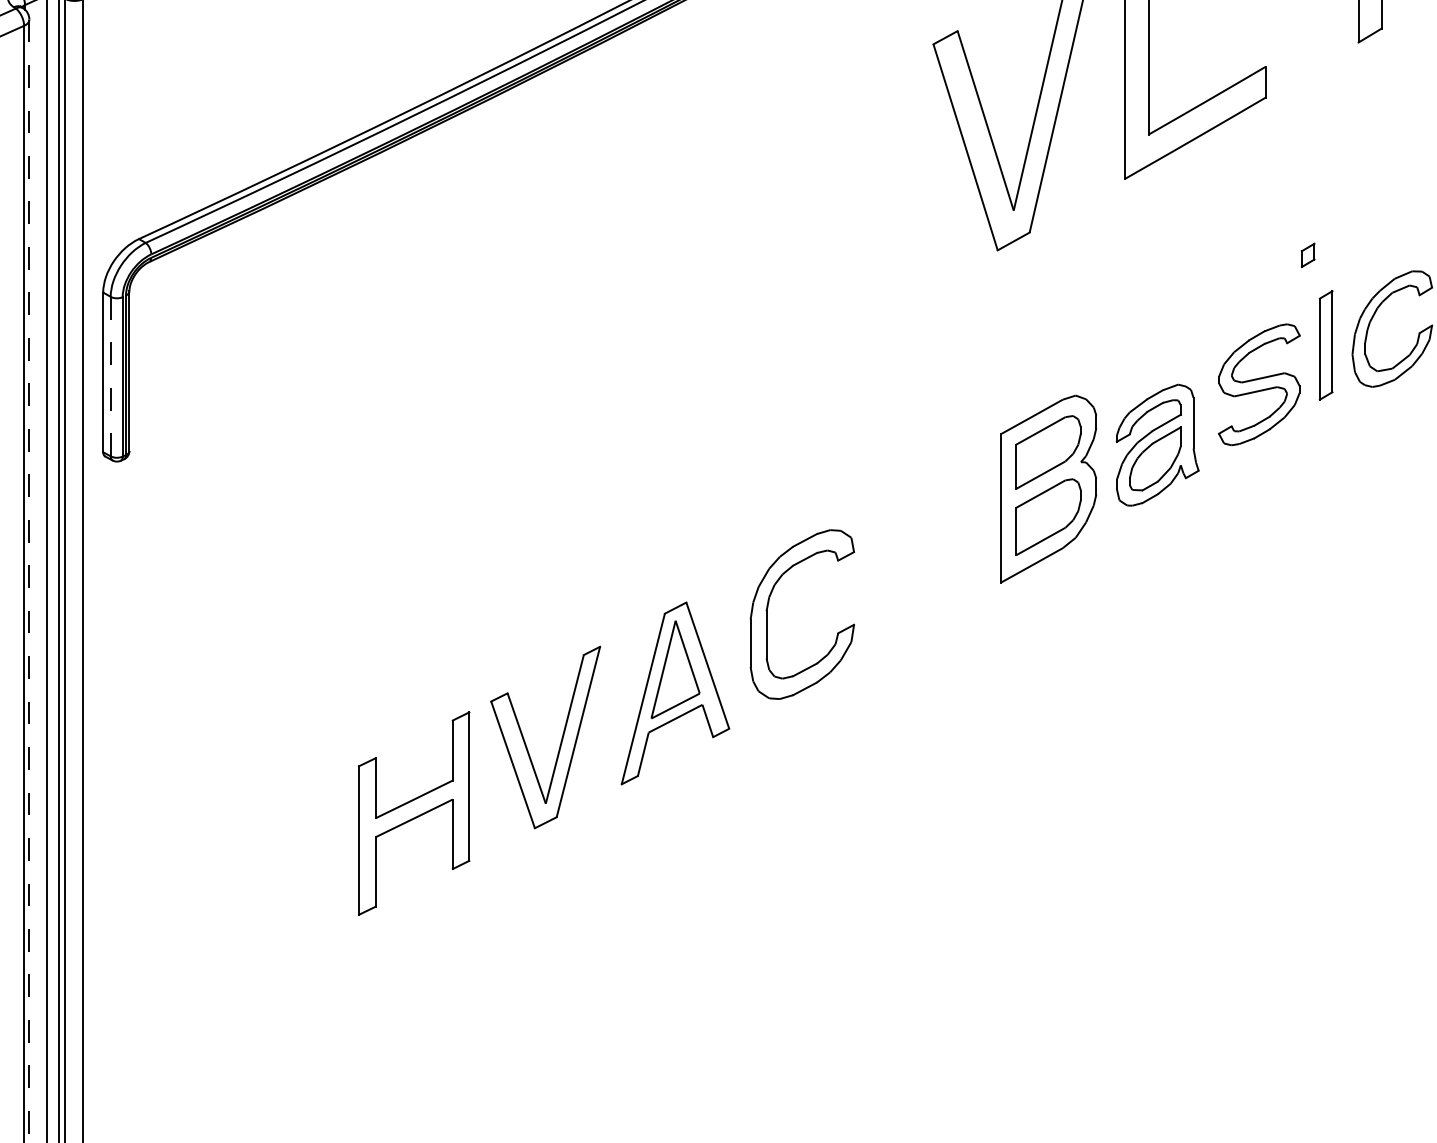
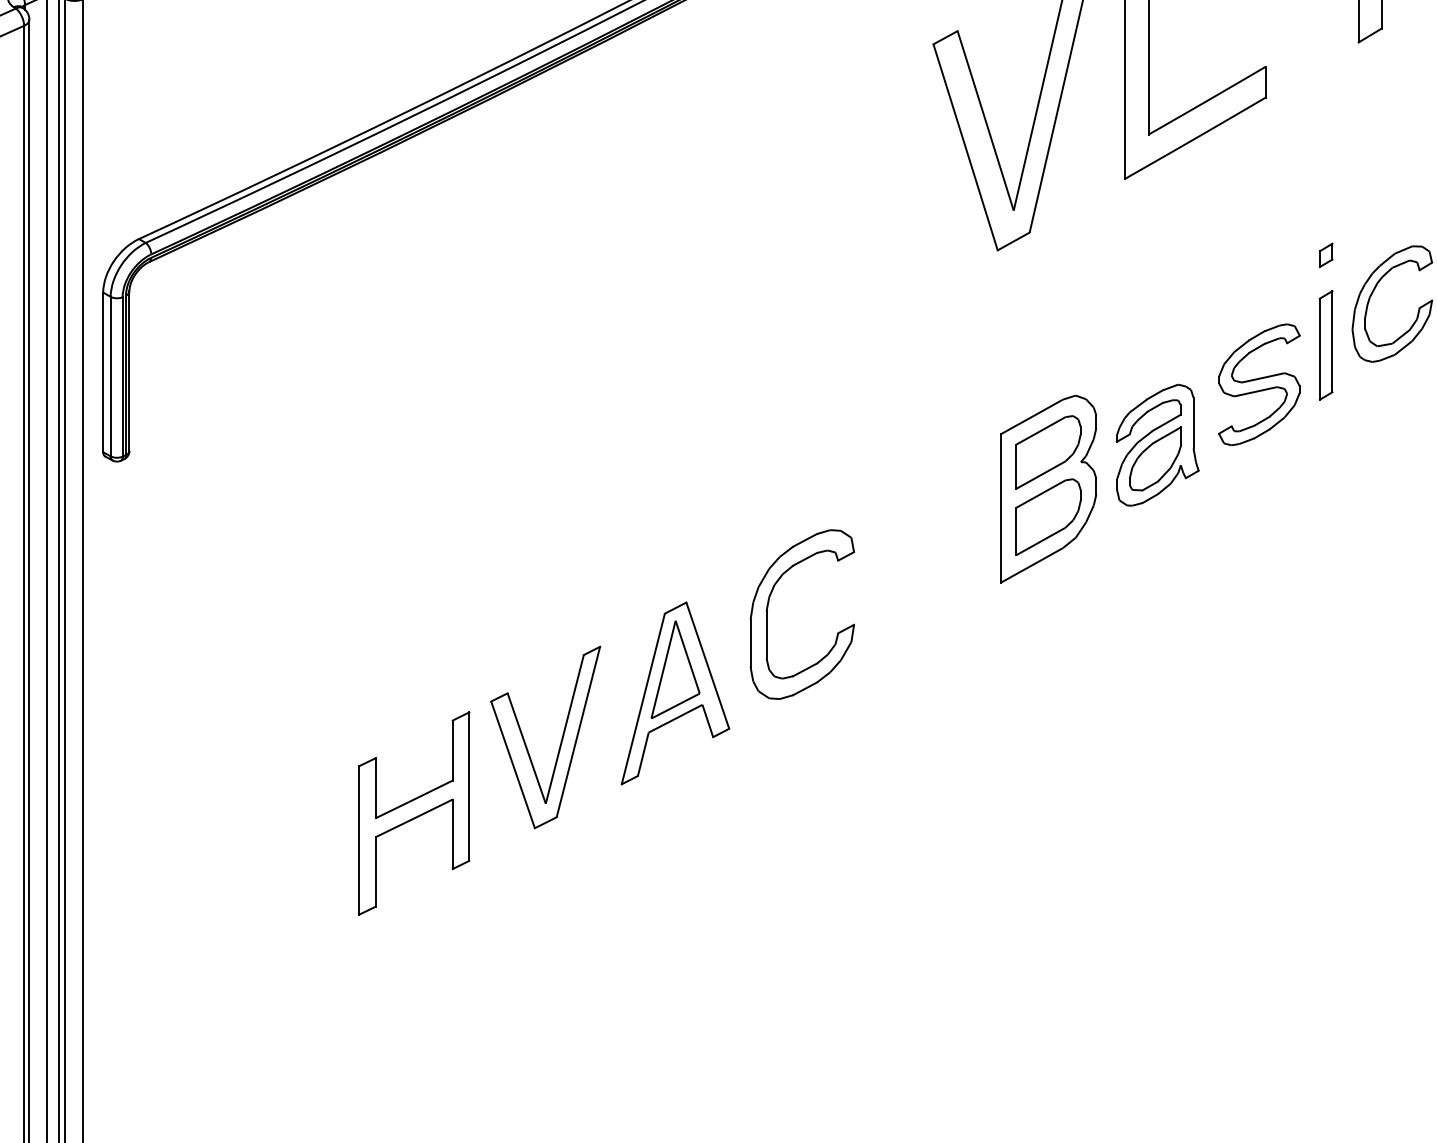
part at (1307, 255) position: (1307, 255) -> (1325, 255)
part at (1372, 319) position: (1372, 319) -> (1372, 294)
line at (110, 376): dashed -> solid
line at (29, 580): dashed -> solid
